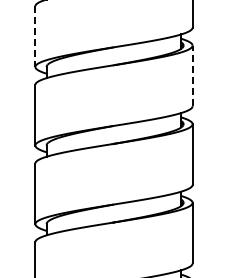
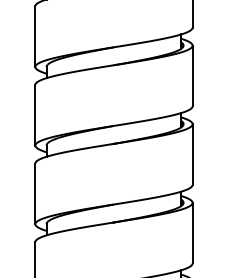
line at (35, 37): dashed -> solid
line at (192, 75): dashed -> solid
